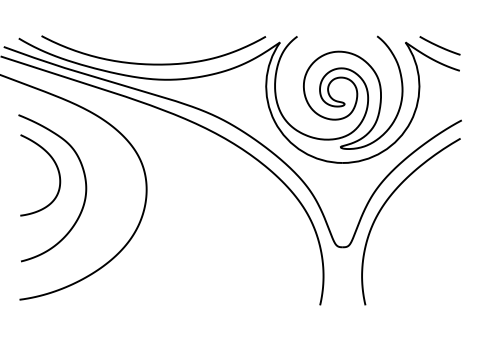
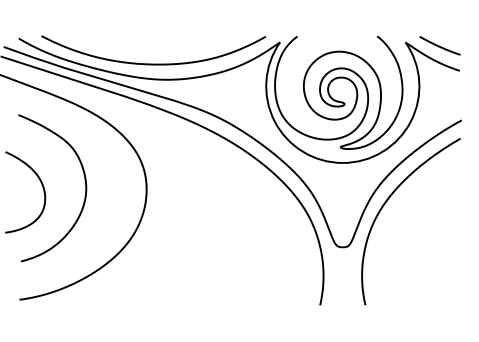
curve at (56, 168) position: (56, 168) -> (41, 185)
